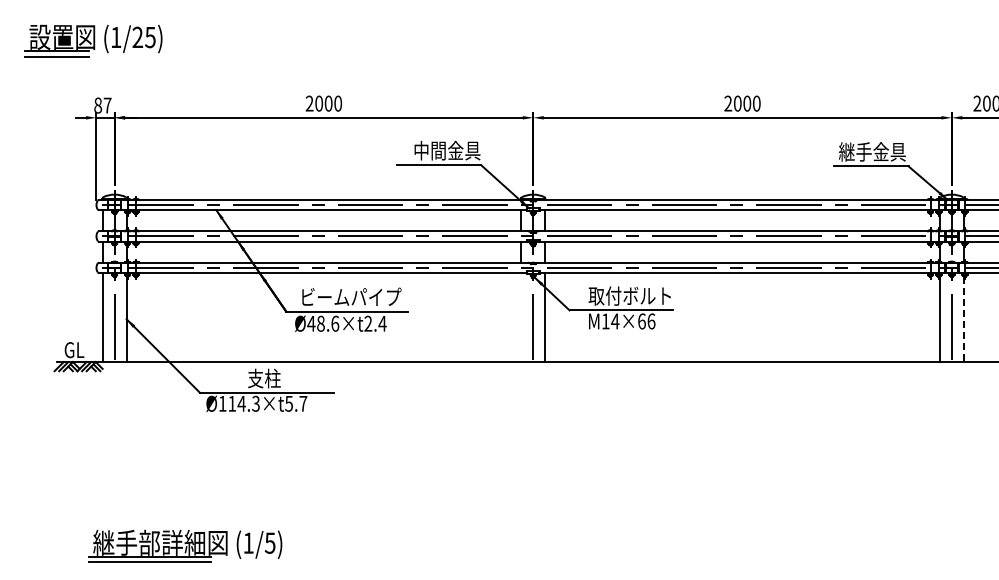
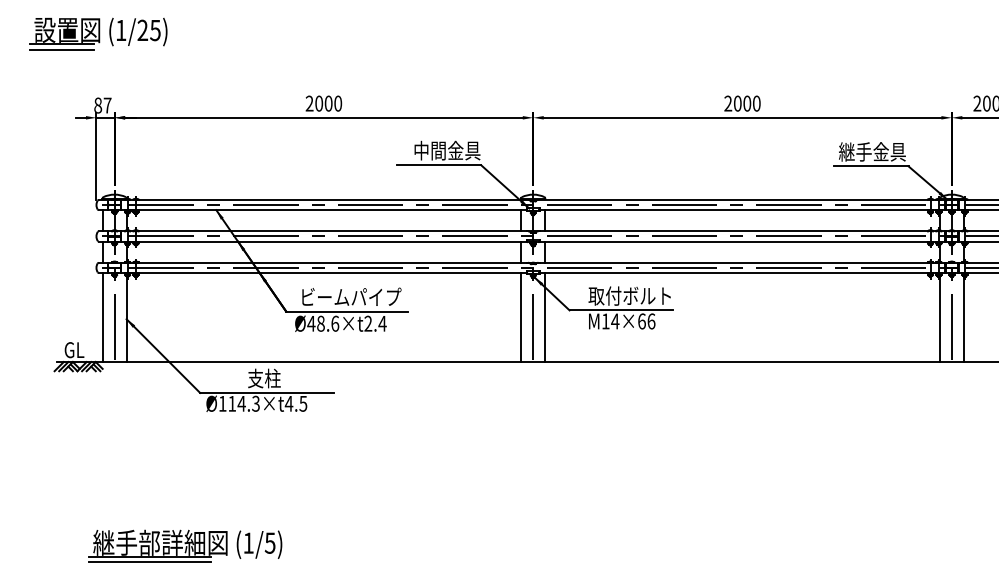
part at (93, 40) position: (93, 40) -> (98, 33)
line at (521, 317): none -> present
line at (963, 319): dashed -> solid
text at (295, 403): Ø114.3×t5.7 -> Ø114.3×t4.5
